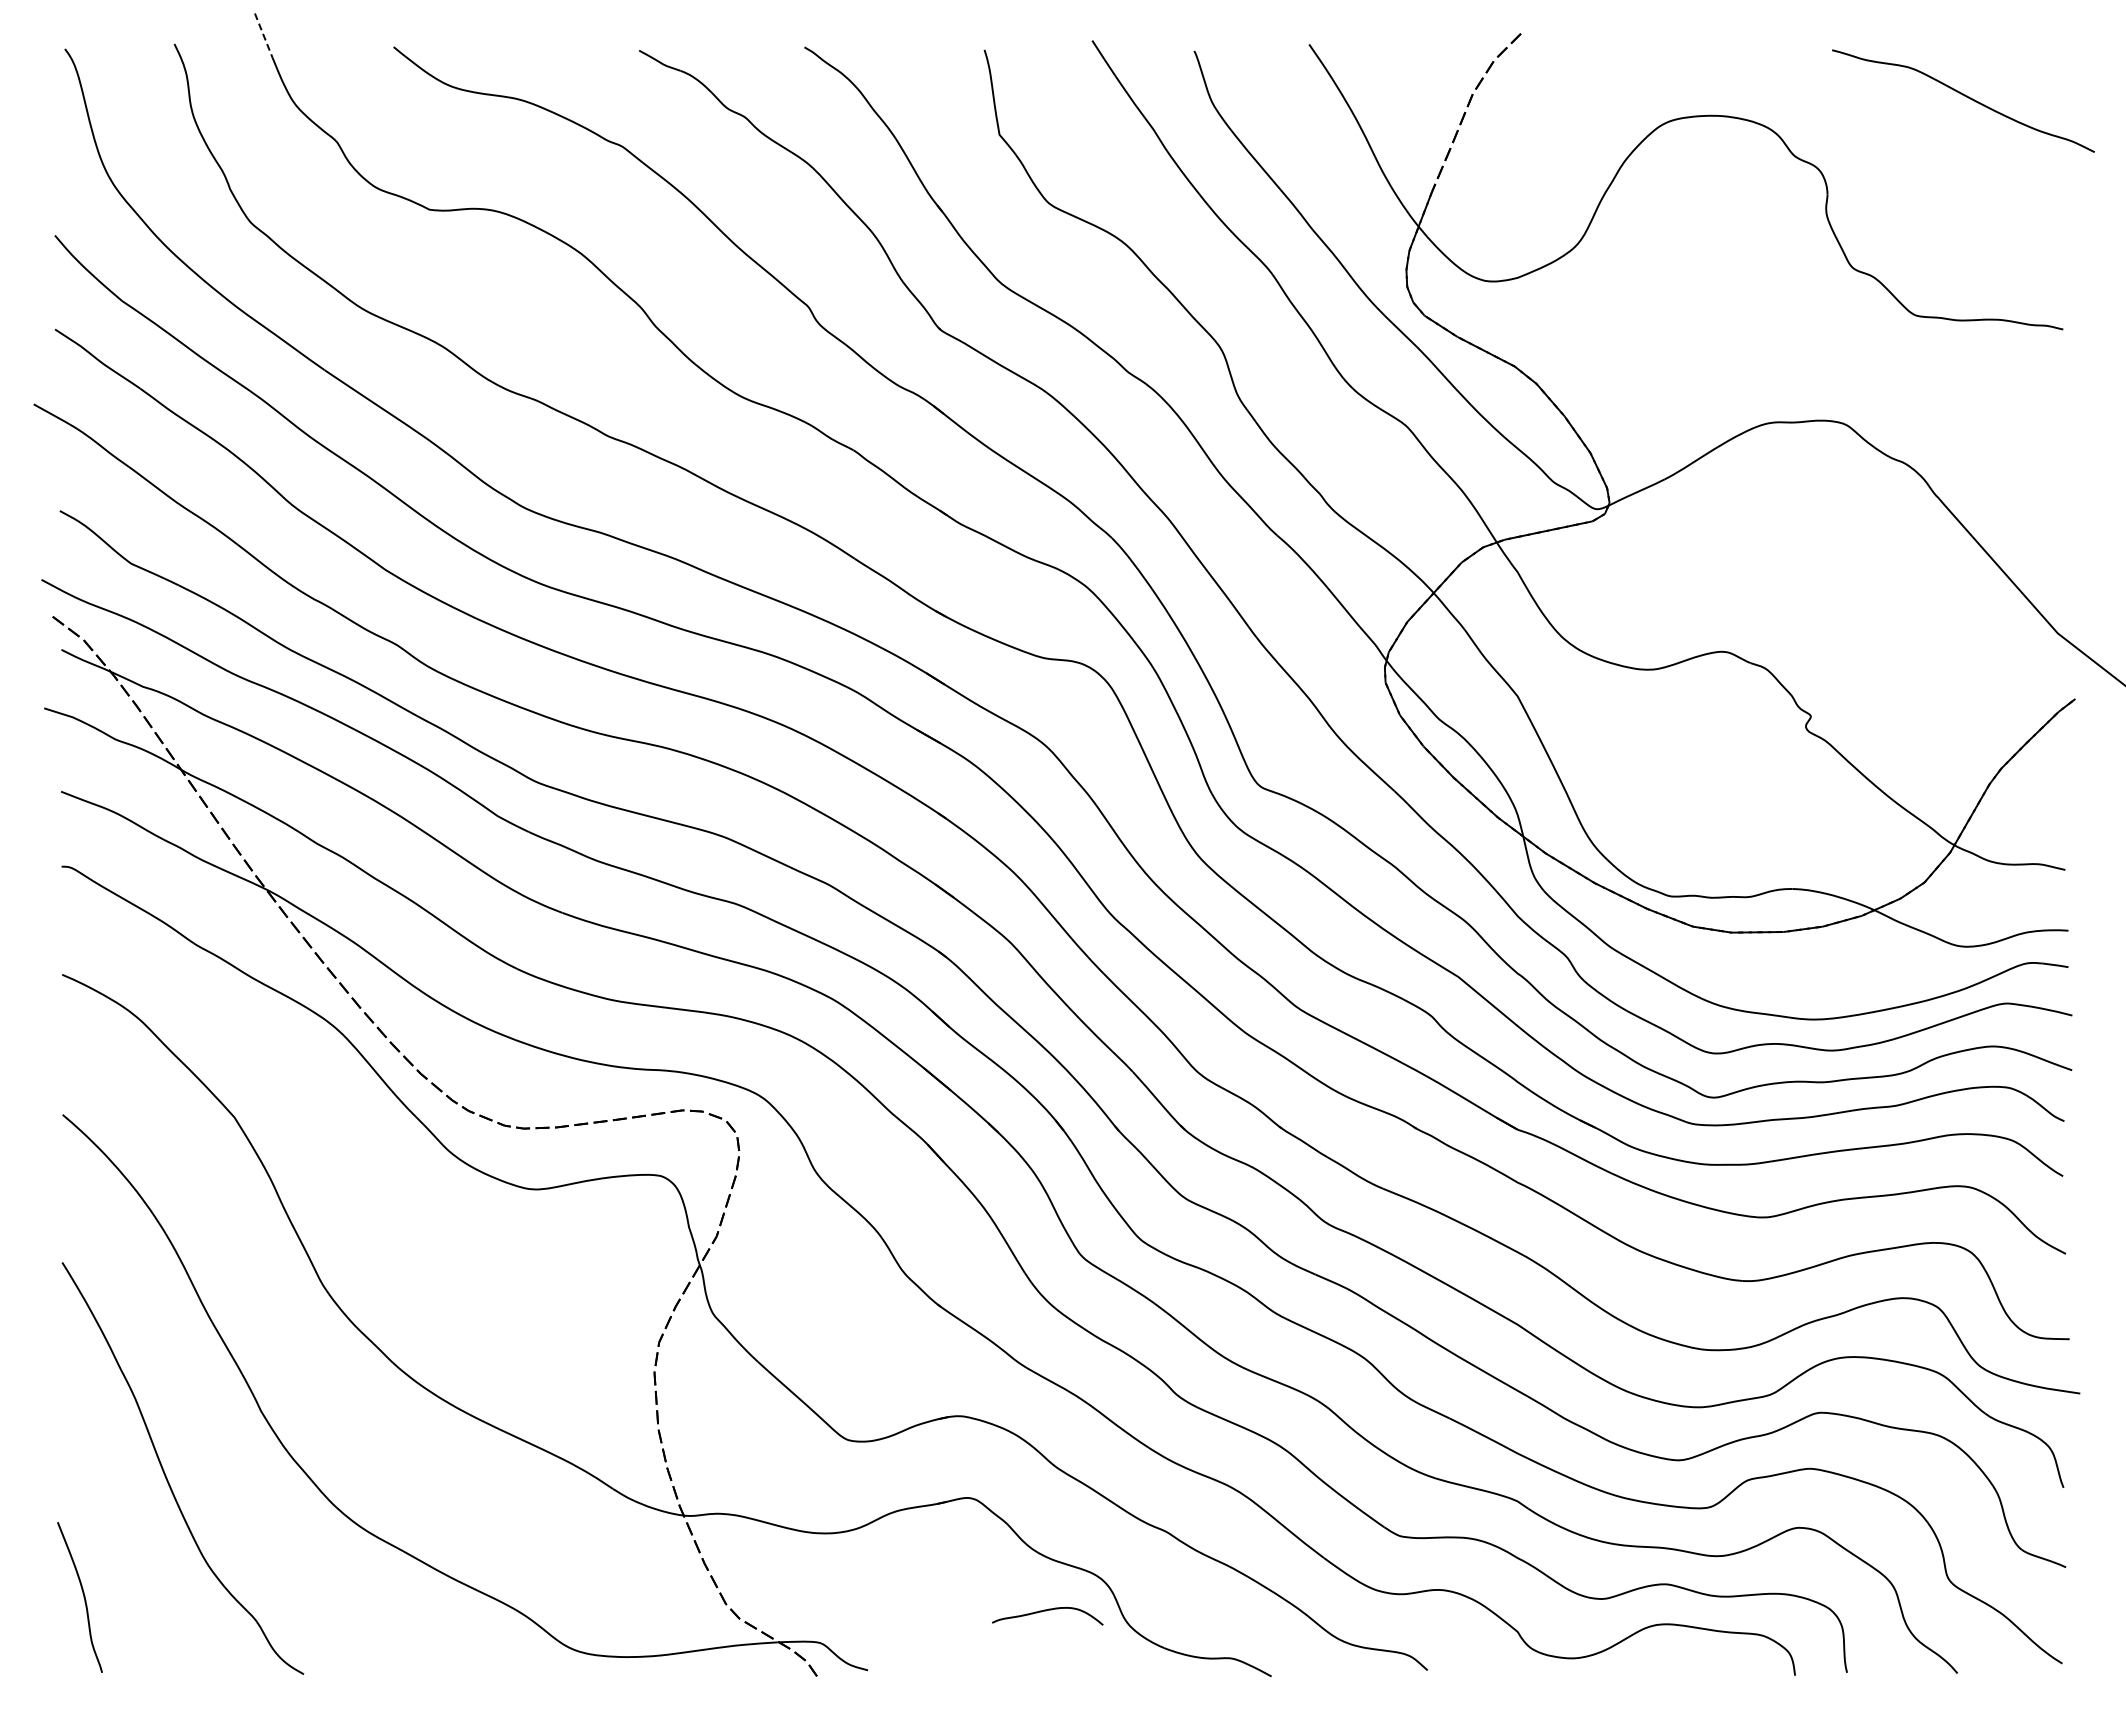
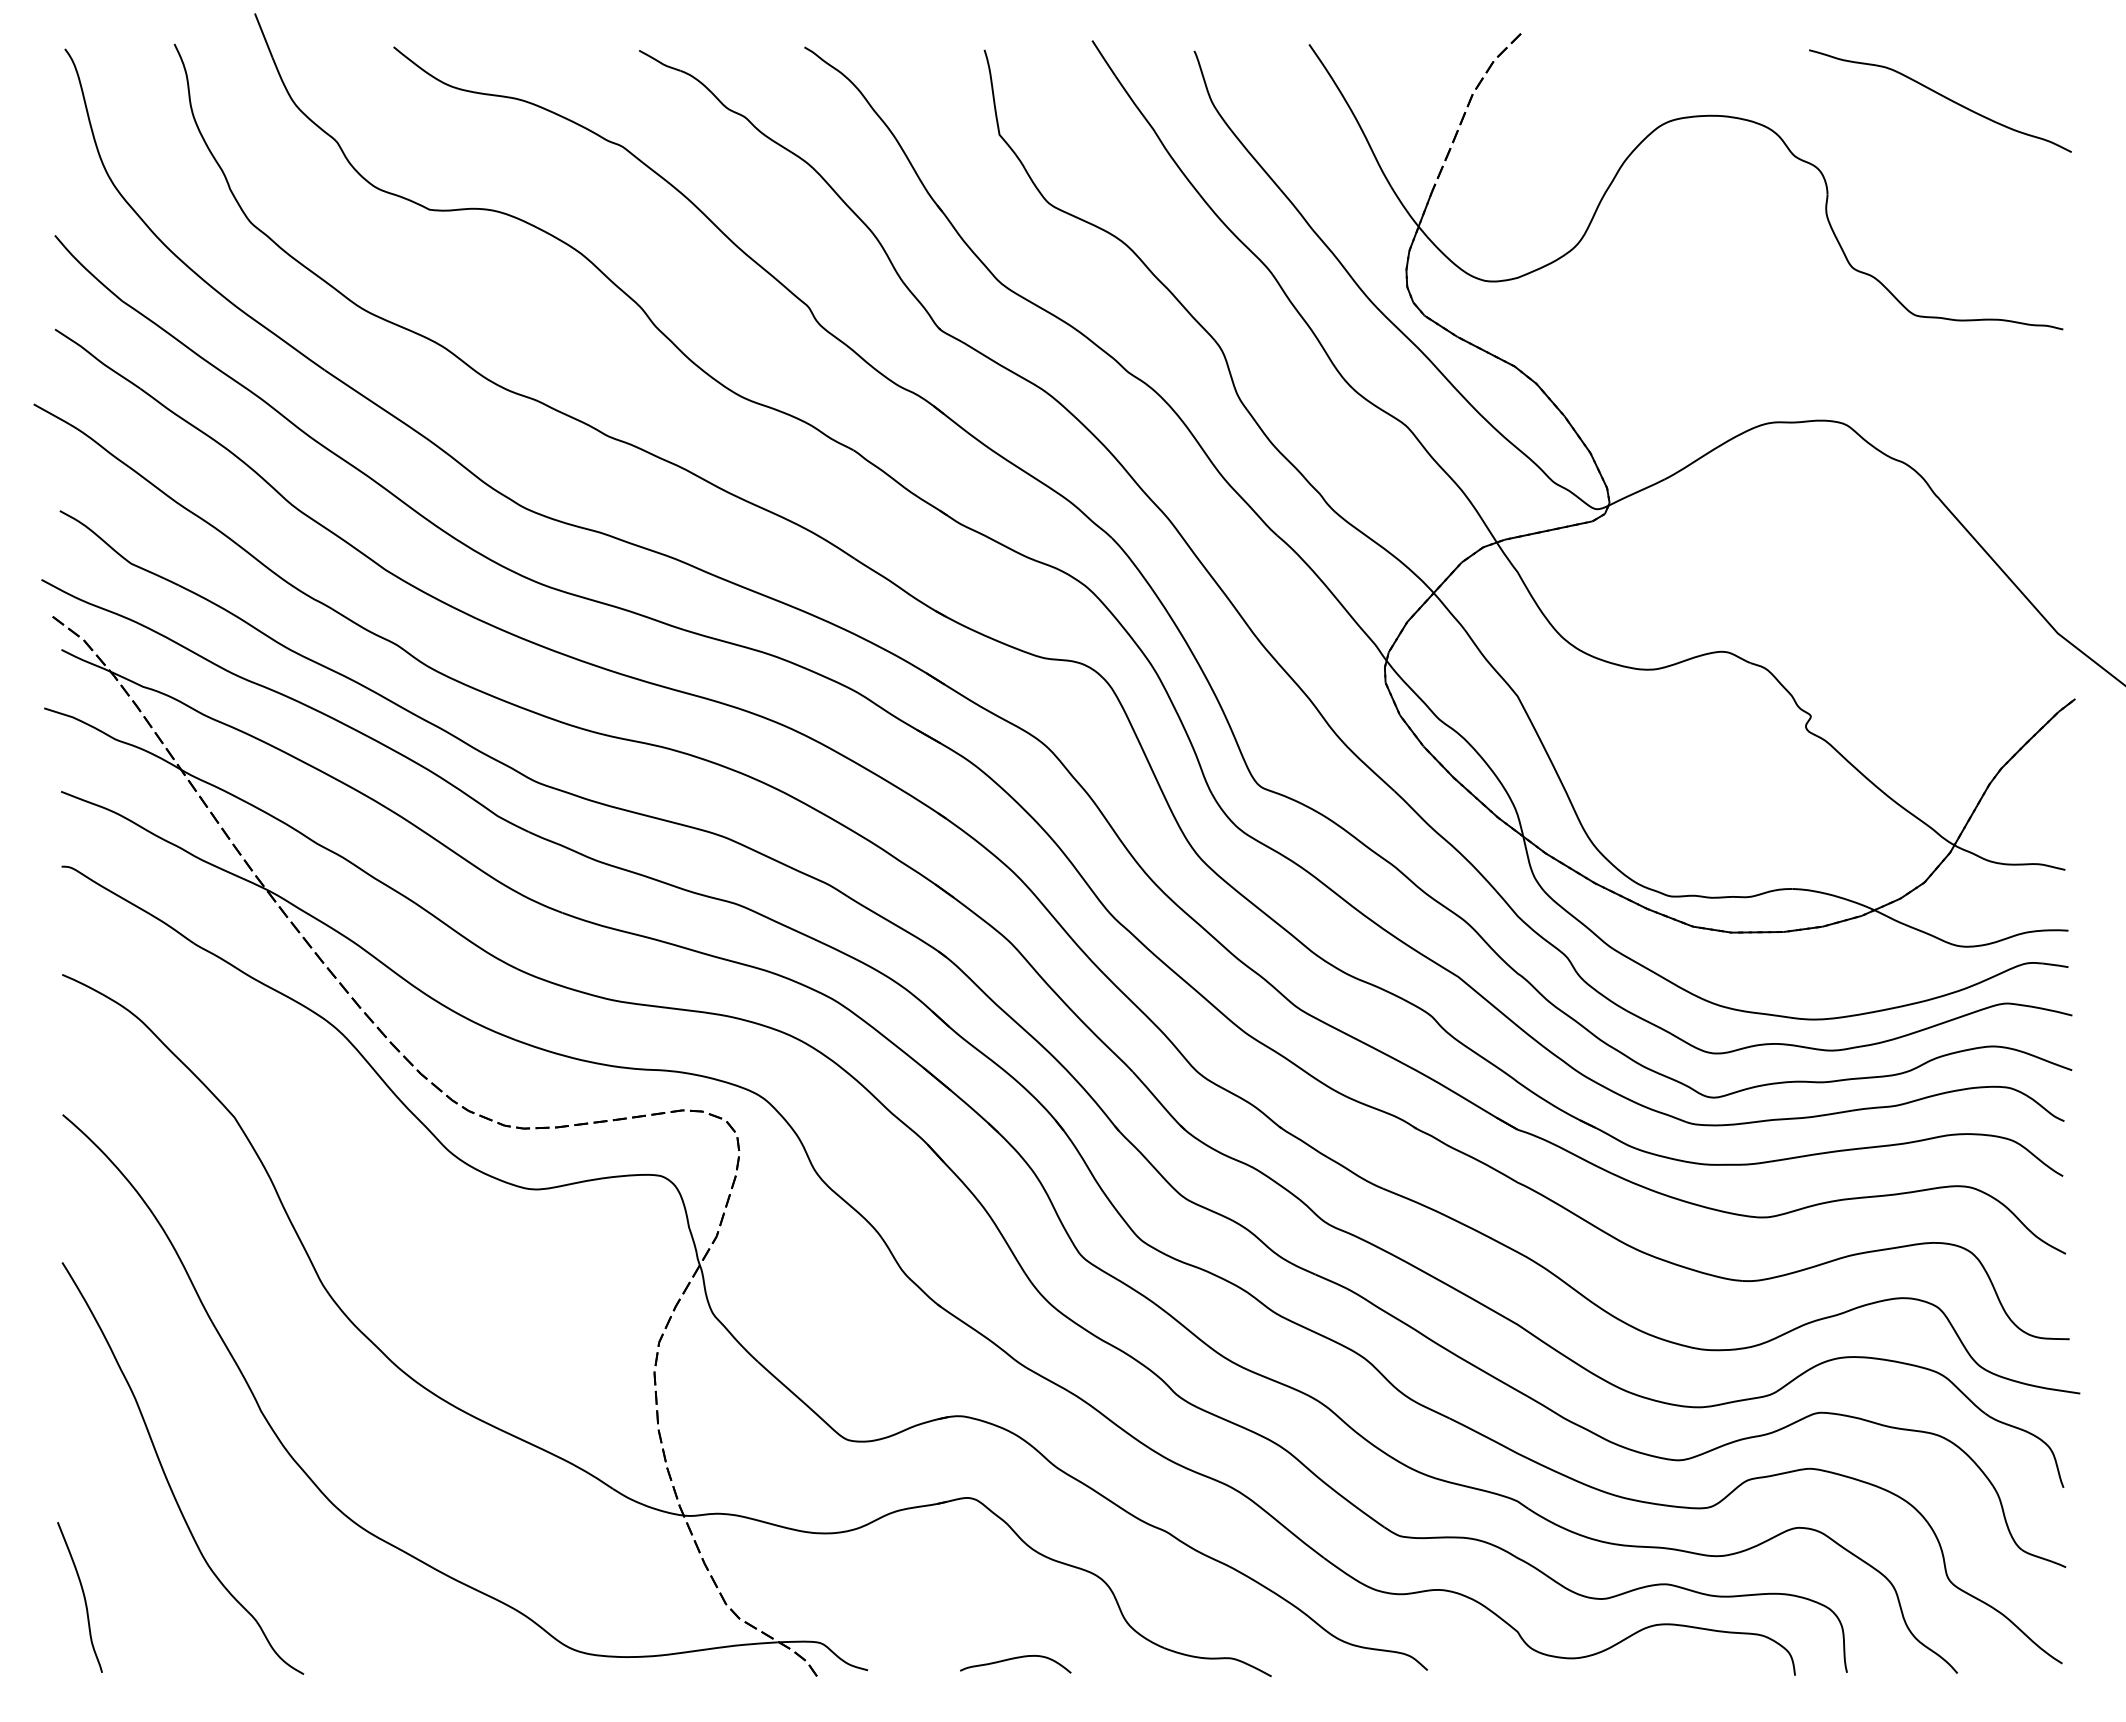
line at (263, 35): dashed -> solid
curve at (1964, 96) position: (1964, 96) -> (1941, 96)
curve at (1046, 1611) position: (1046, 1611) -> (1014, 1659)
